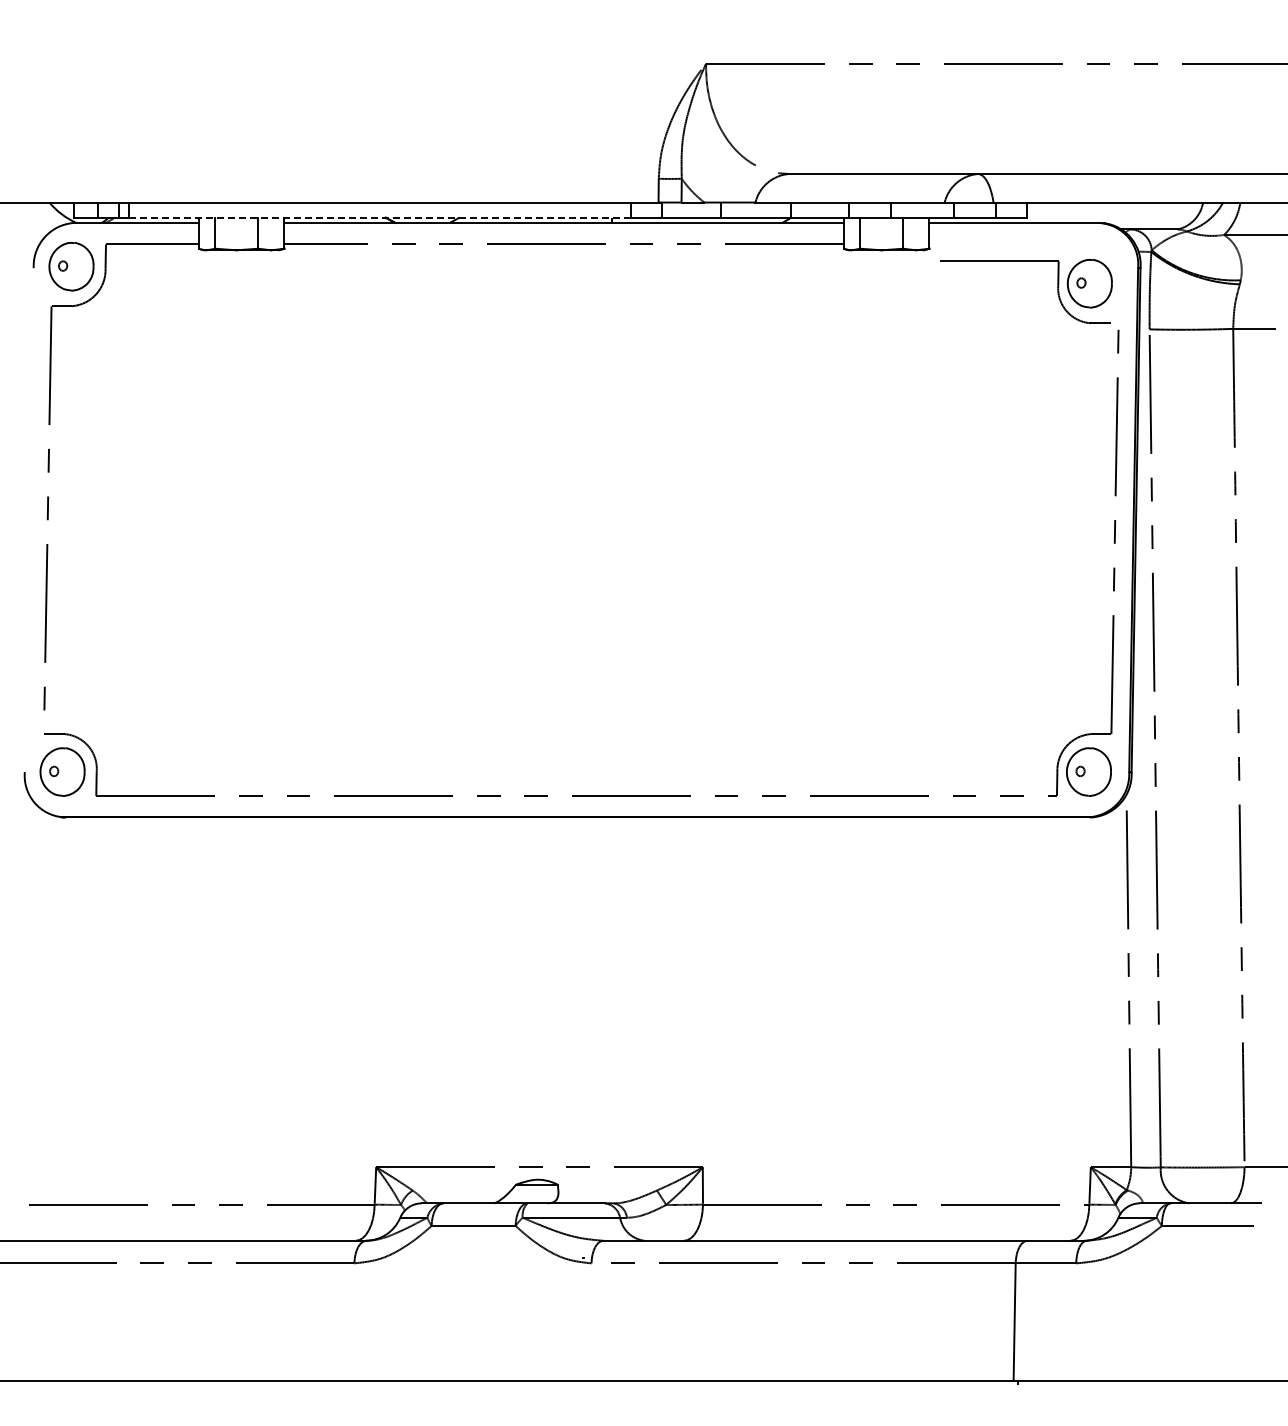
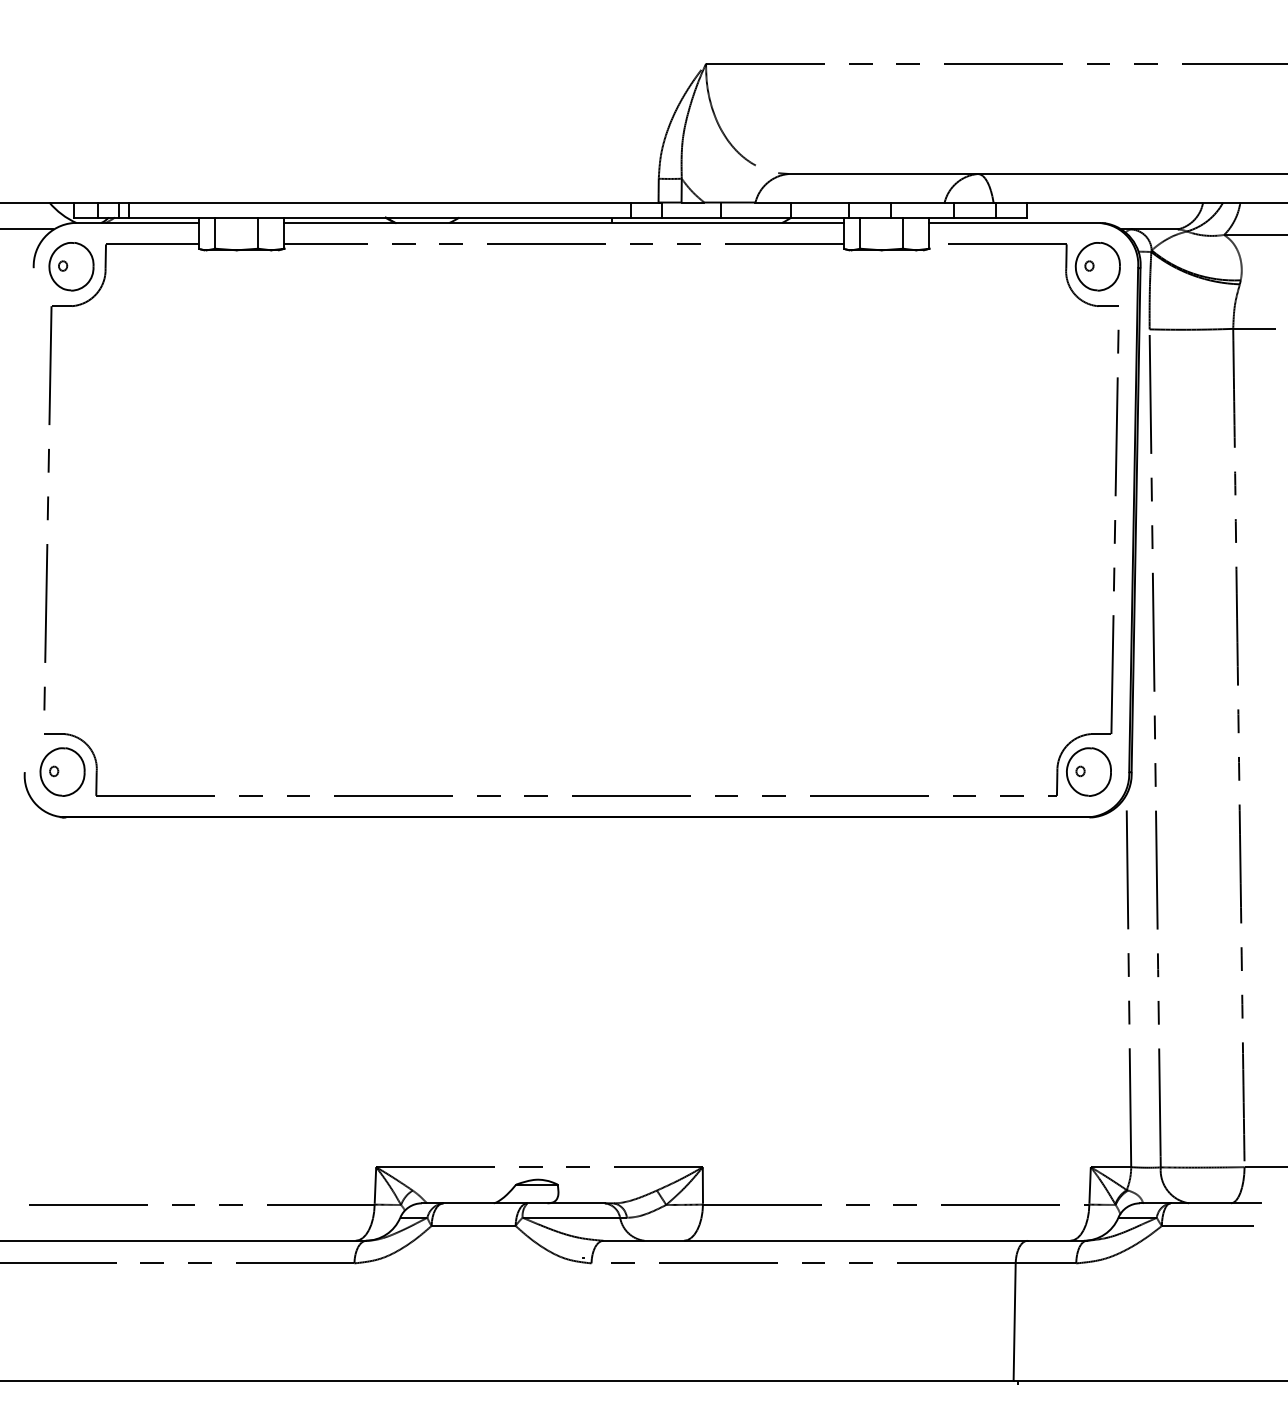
line at (380, 217): dashed -> solid
line at (27, 229): none -> present
part at (1026, 261) position: (1026, 261) -> (1034, 244)
